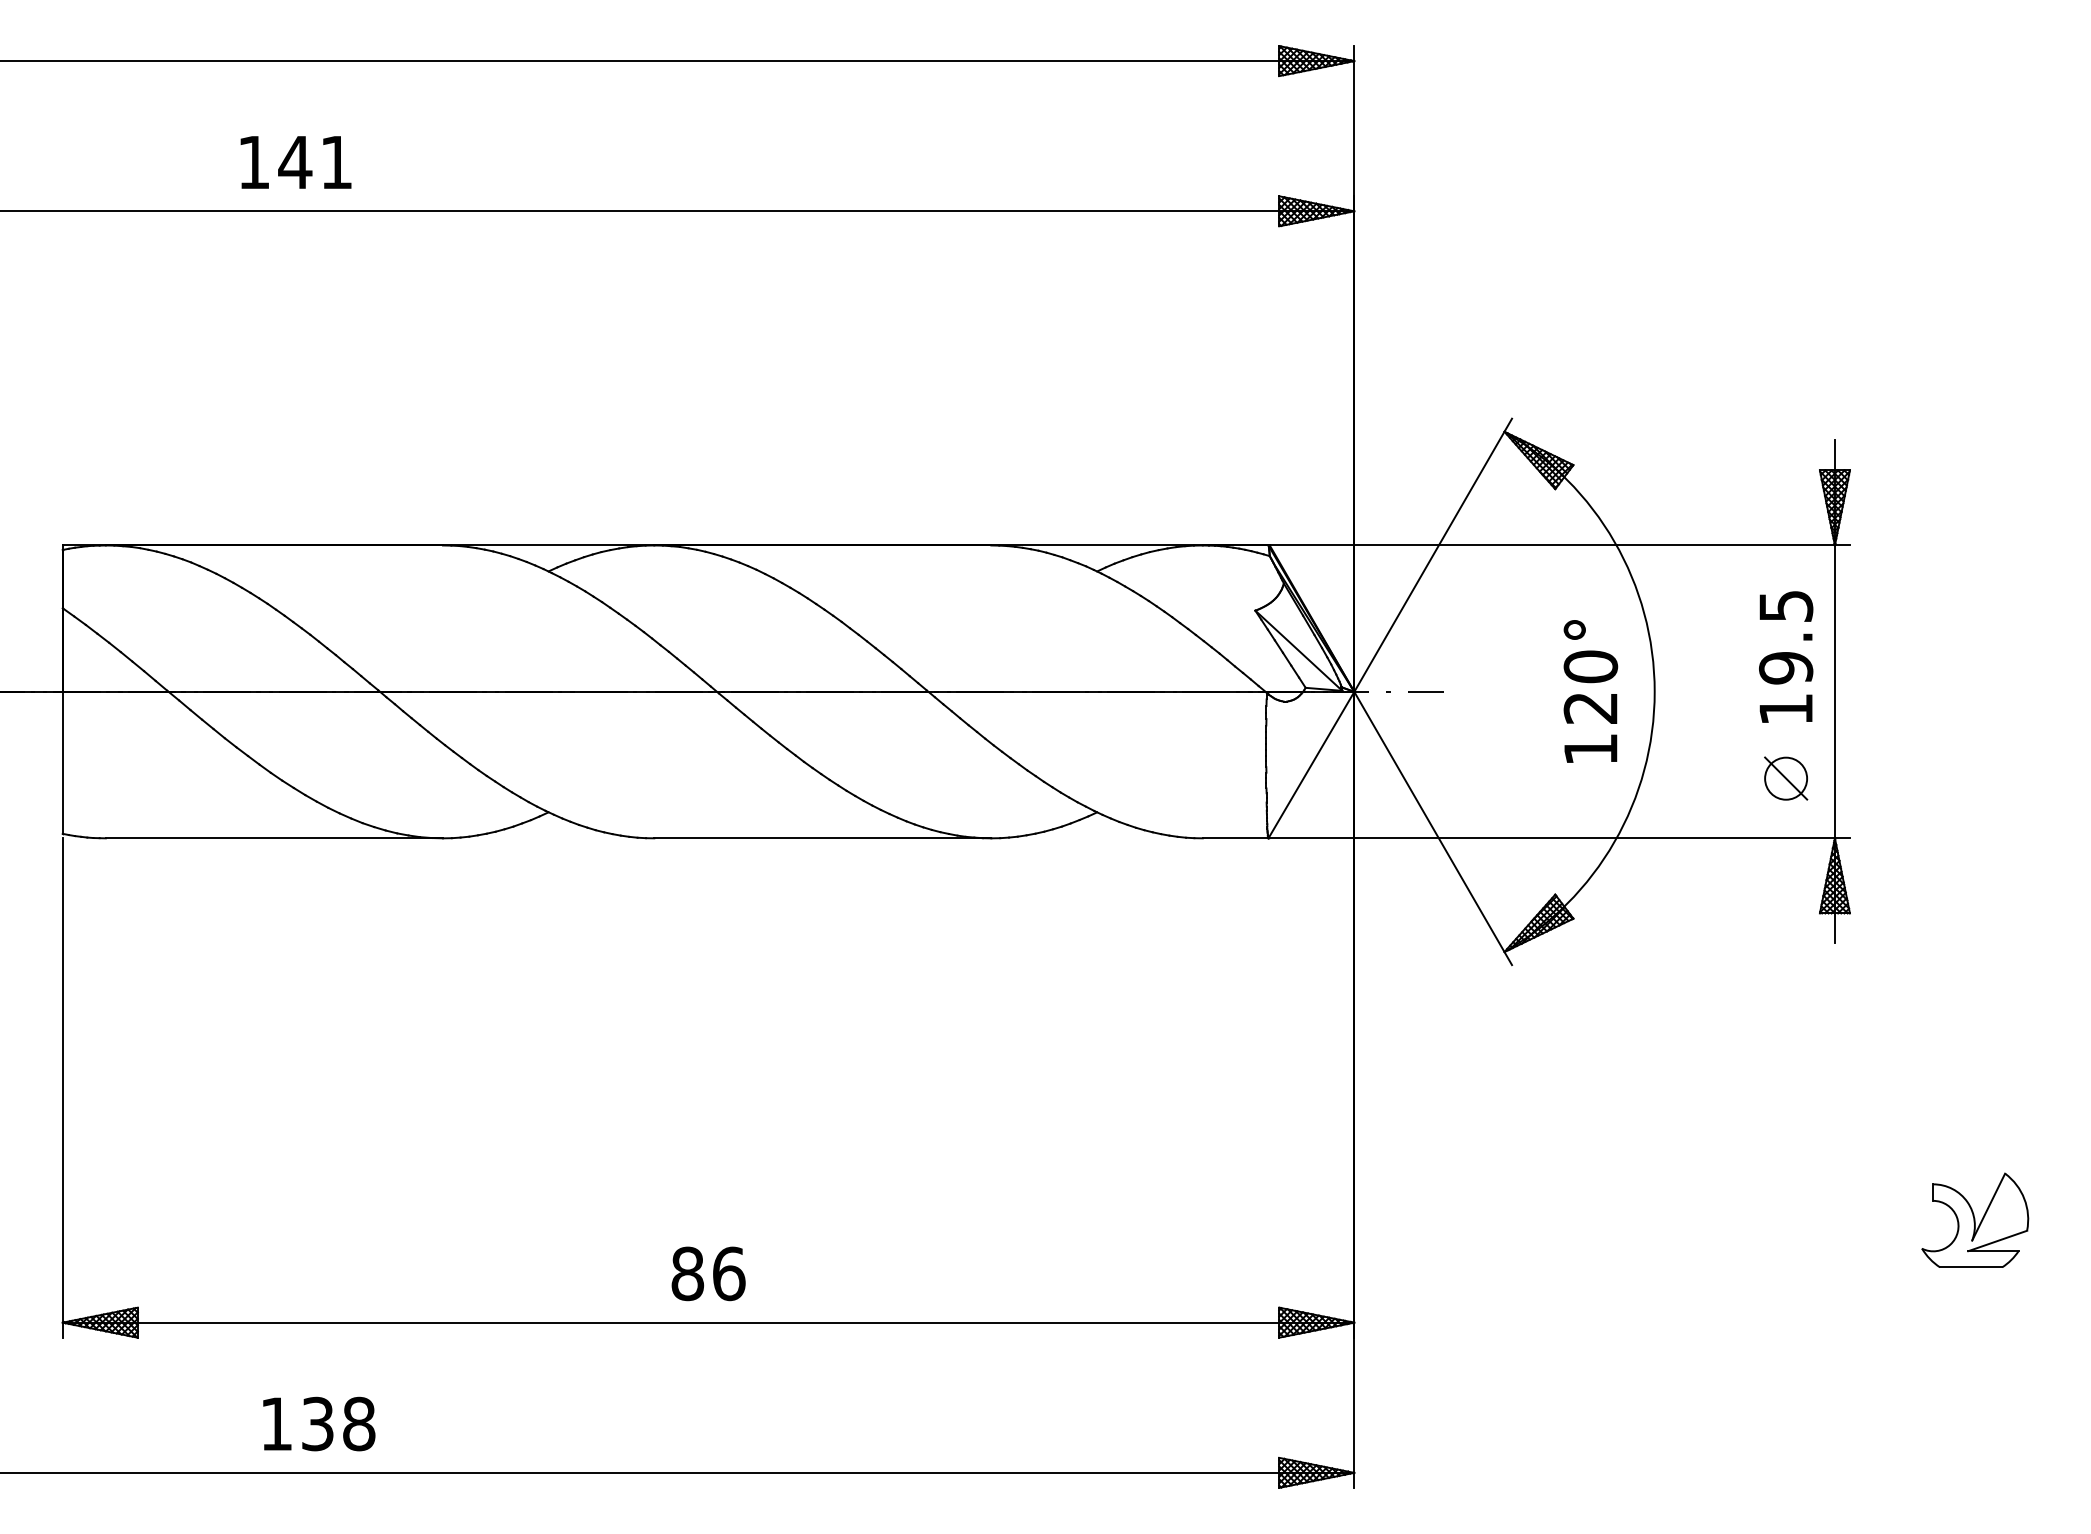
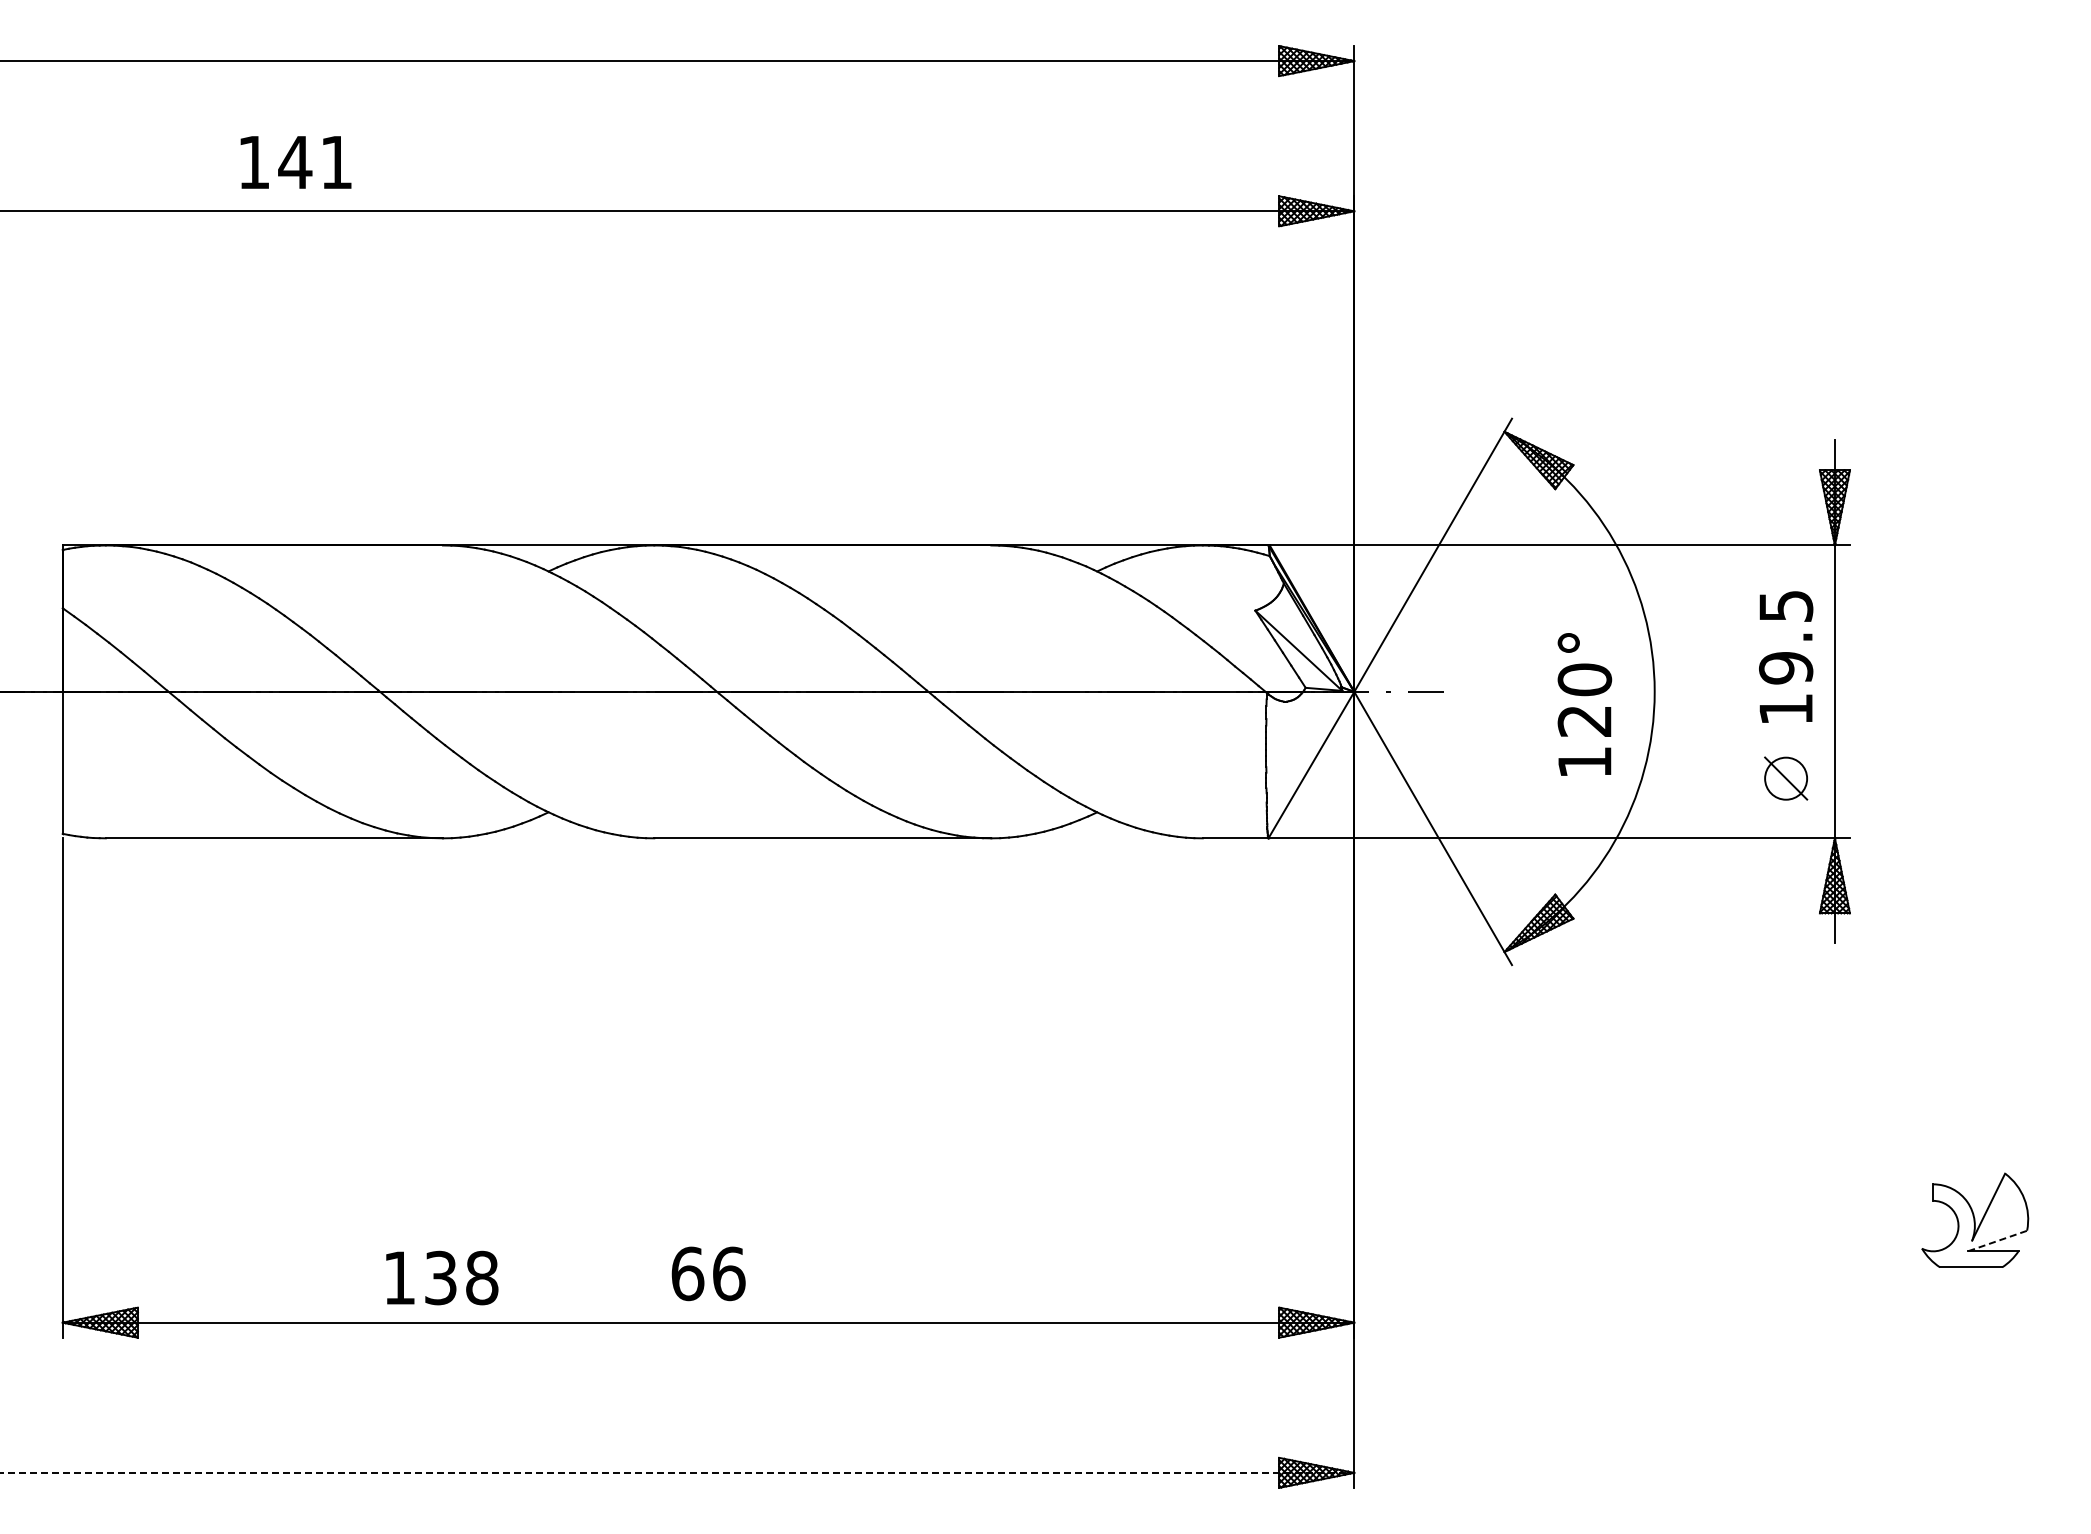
text at (1590, 691) position: (1590, 691) -> (1584, 704)
line at (1998, 1240): solid -> dashed
text at (687, 1273): 86 -> 66
text at (319, 1423) position: (319, 1423) -> (442, 1277)
line at (677, 1472): solid -> dashed
